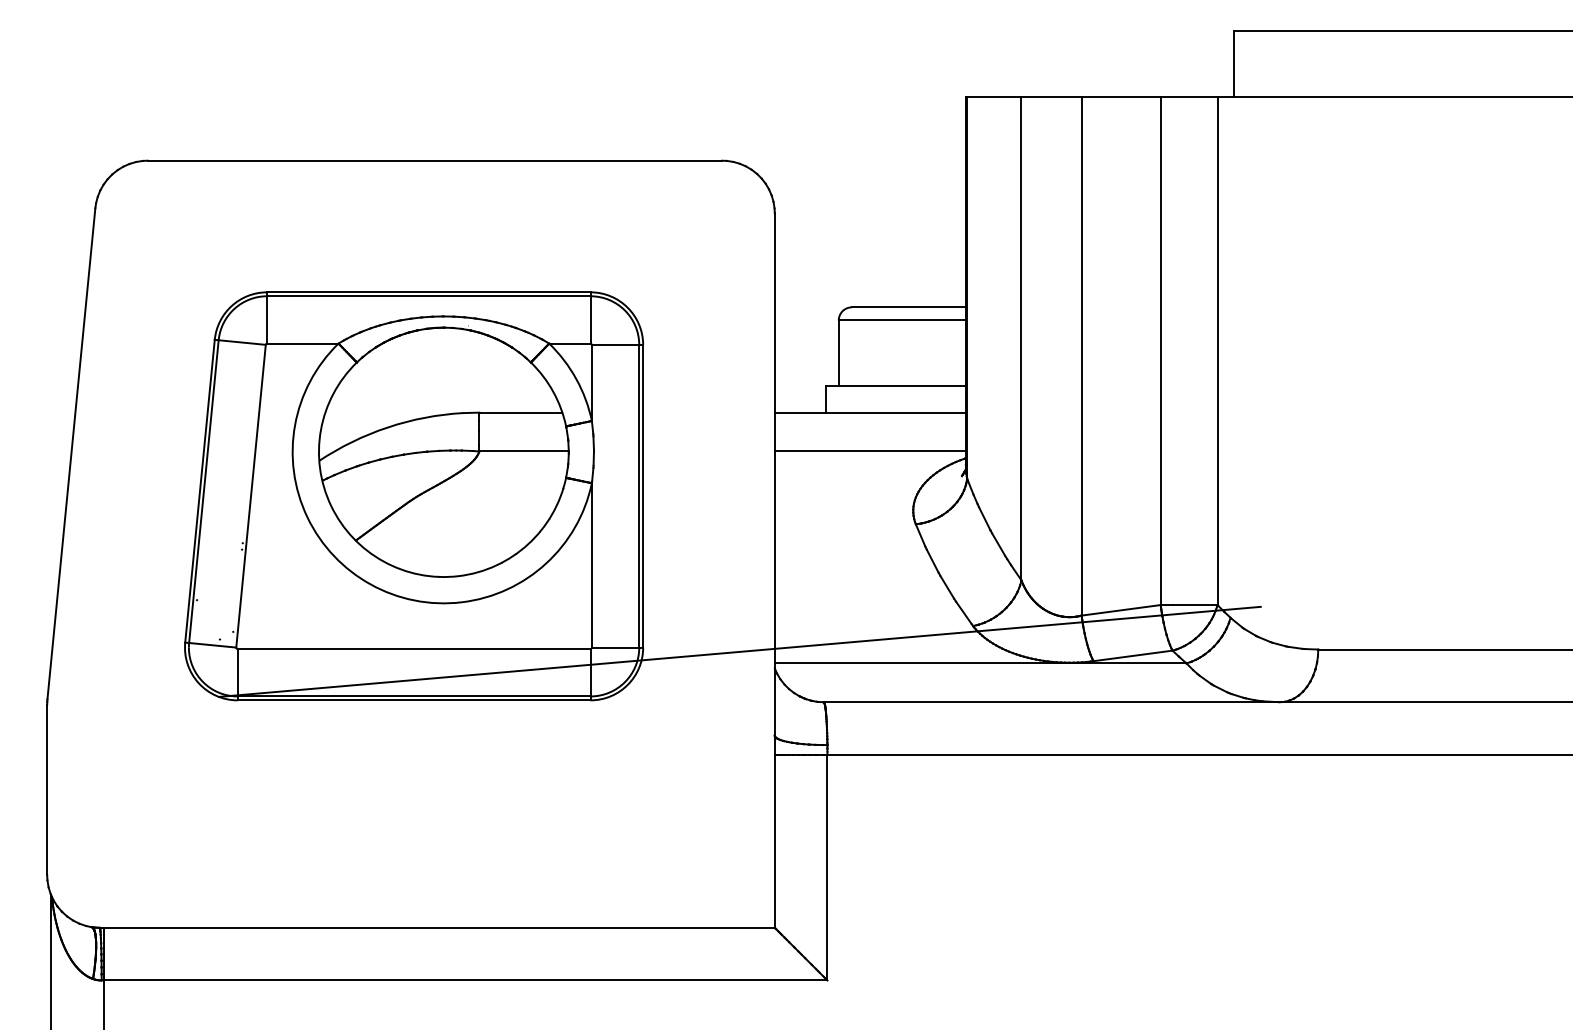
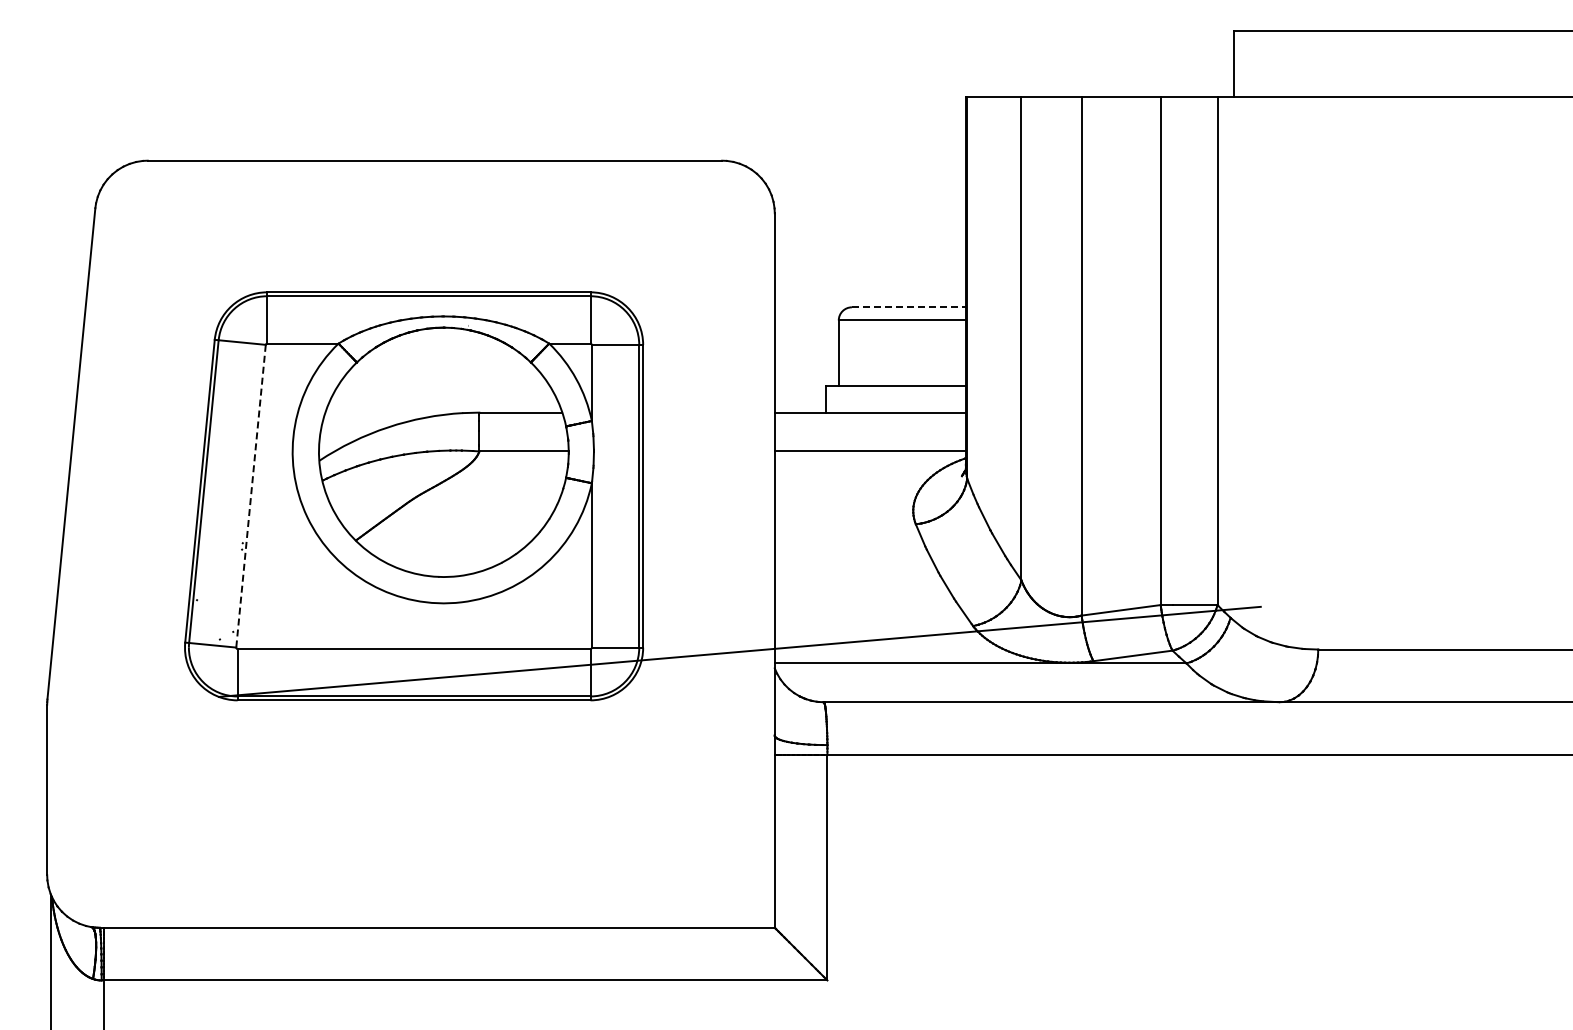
line at (908, 307): solid -> dashed
line at (250, 496): solid -> dashed
